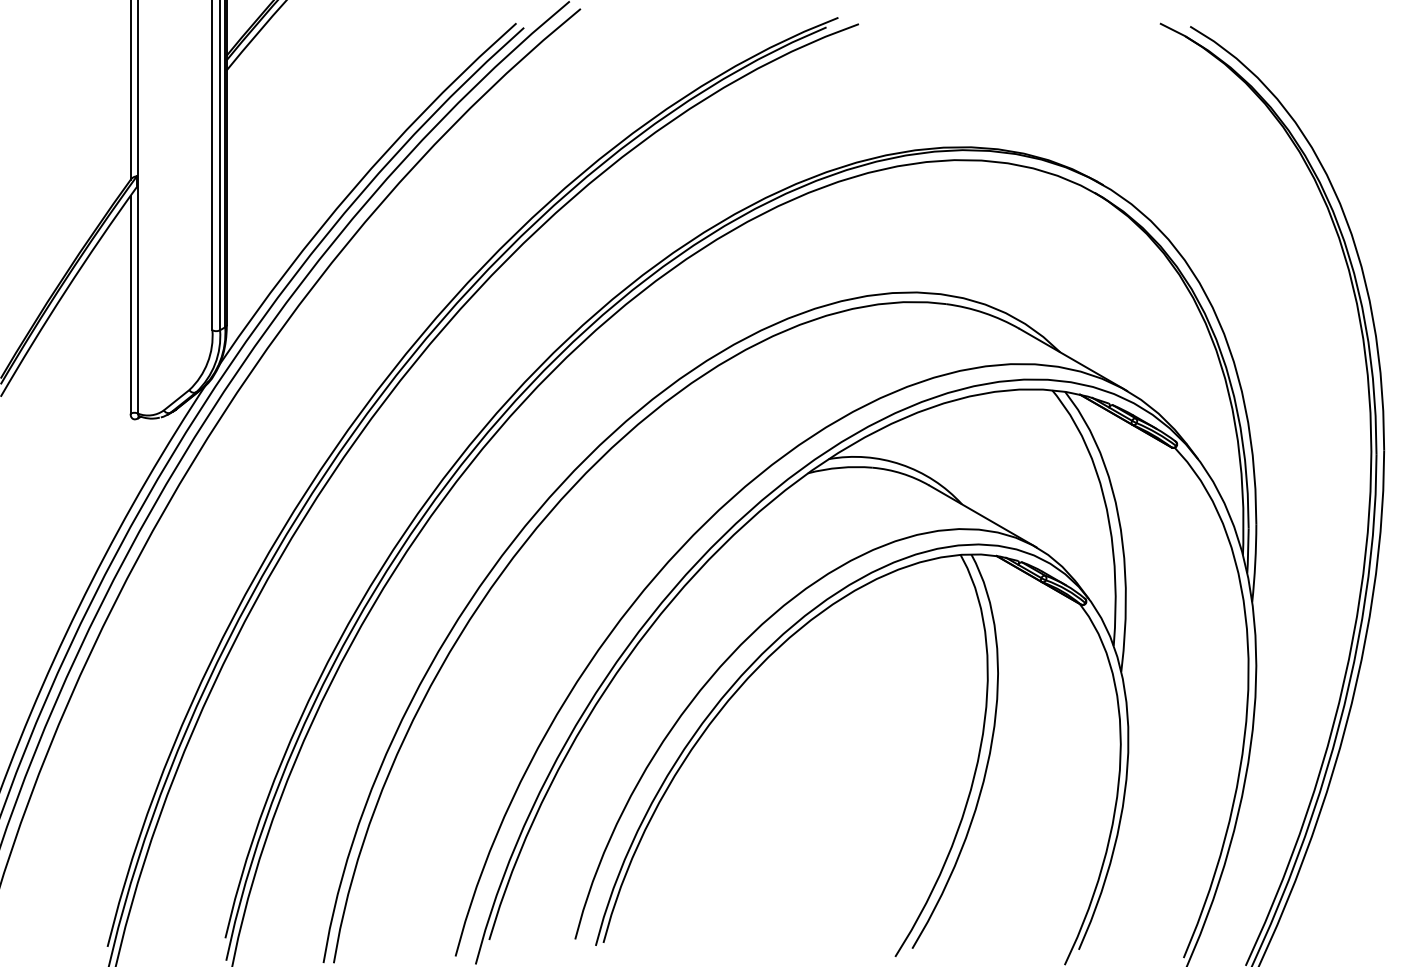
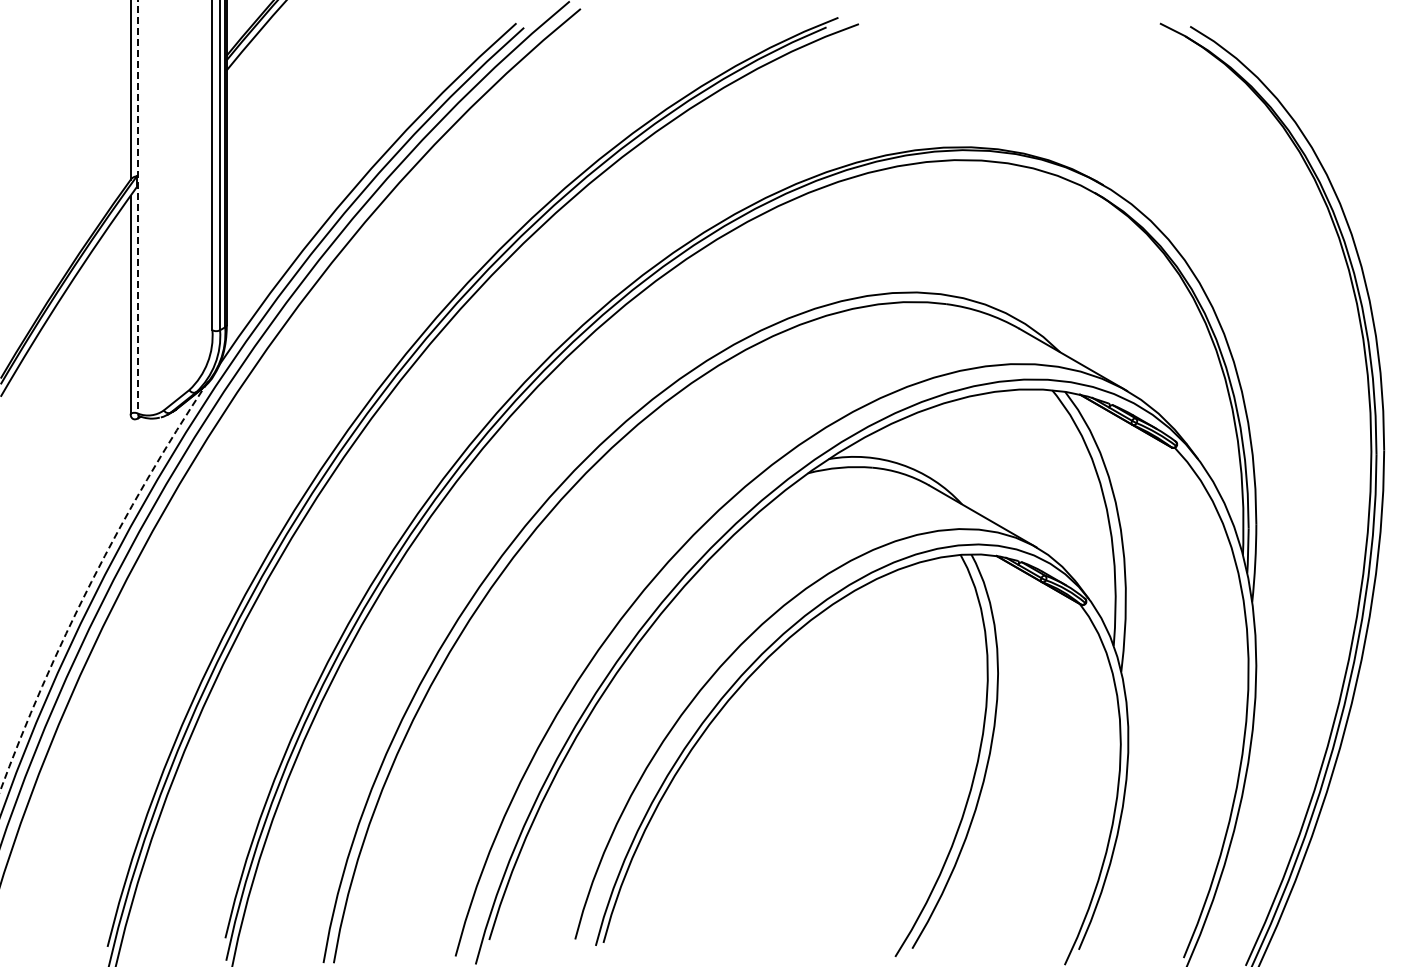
line at (138, 206): solid -> dashed
arc at (92, 580): solid -> dashed
